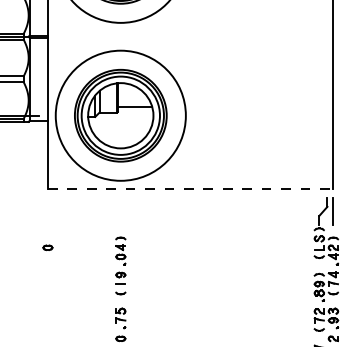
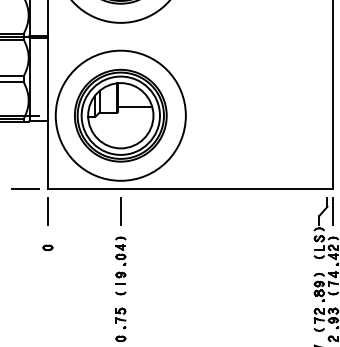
line at (24, 188): none -> present
line at (190, 188): dashed -> solid
line at (47, 211): none -> present
line at (120, 211): none -> present
